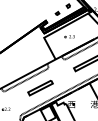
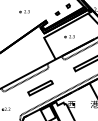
part at (24, 11): none -> present
